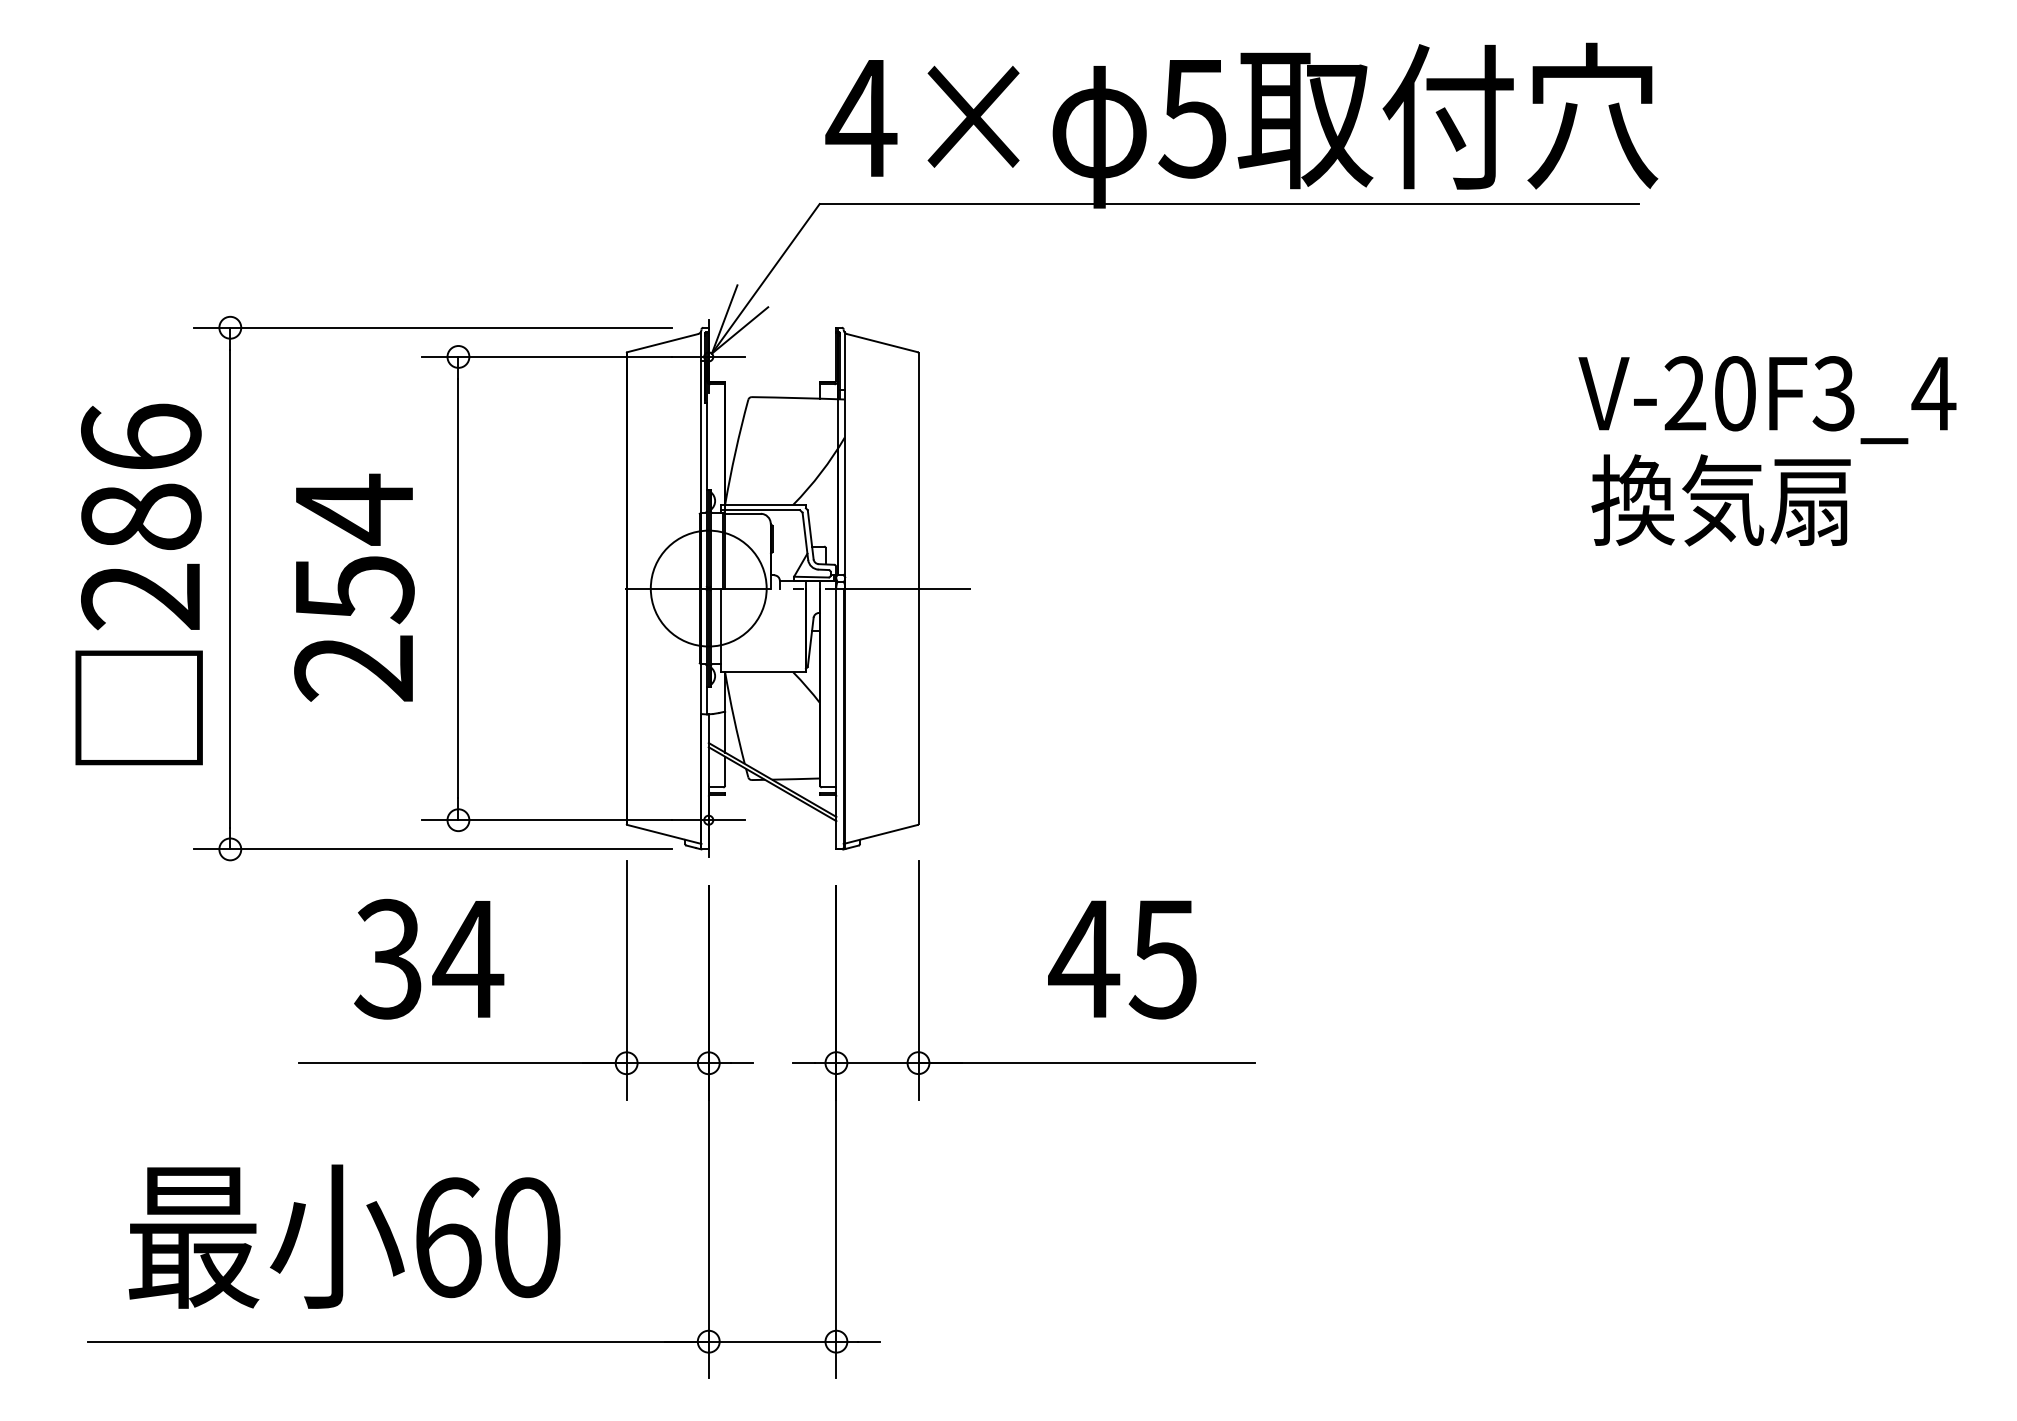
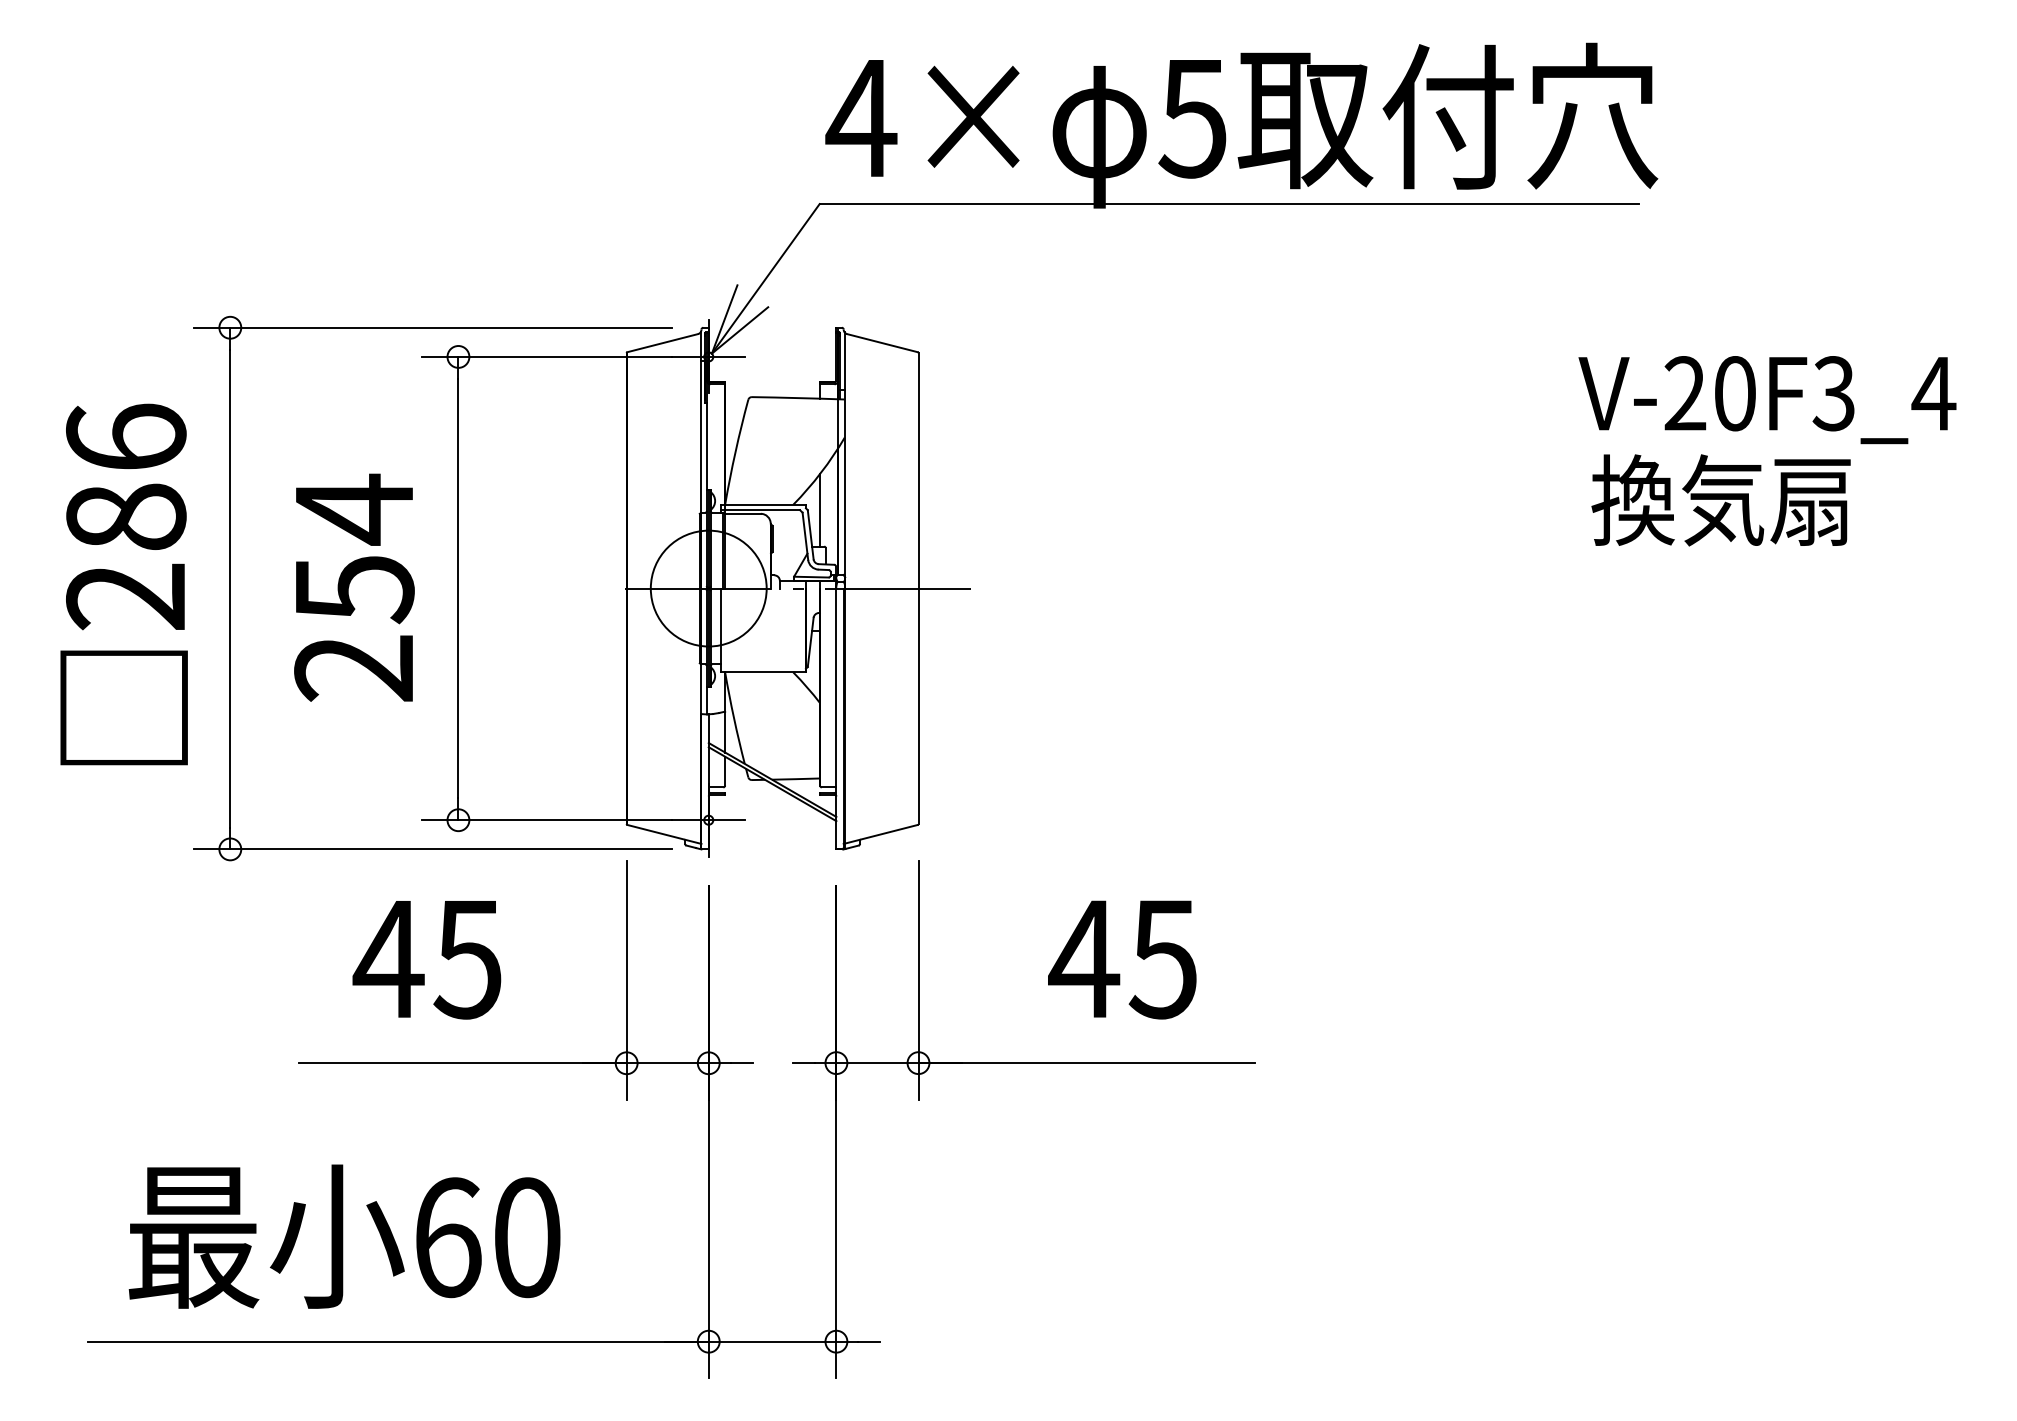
line at (820, 510): none -> present
text at (138, 584) position: (138, 584) -> (123, 584)
text at (428, 958): 34 -> 45
